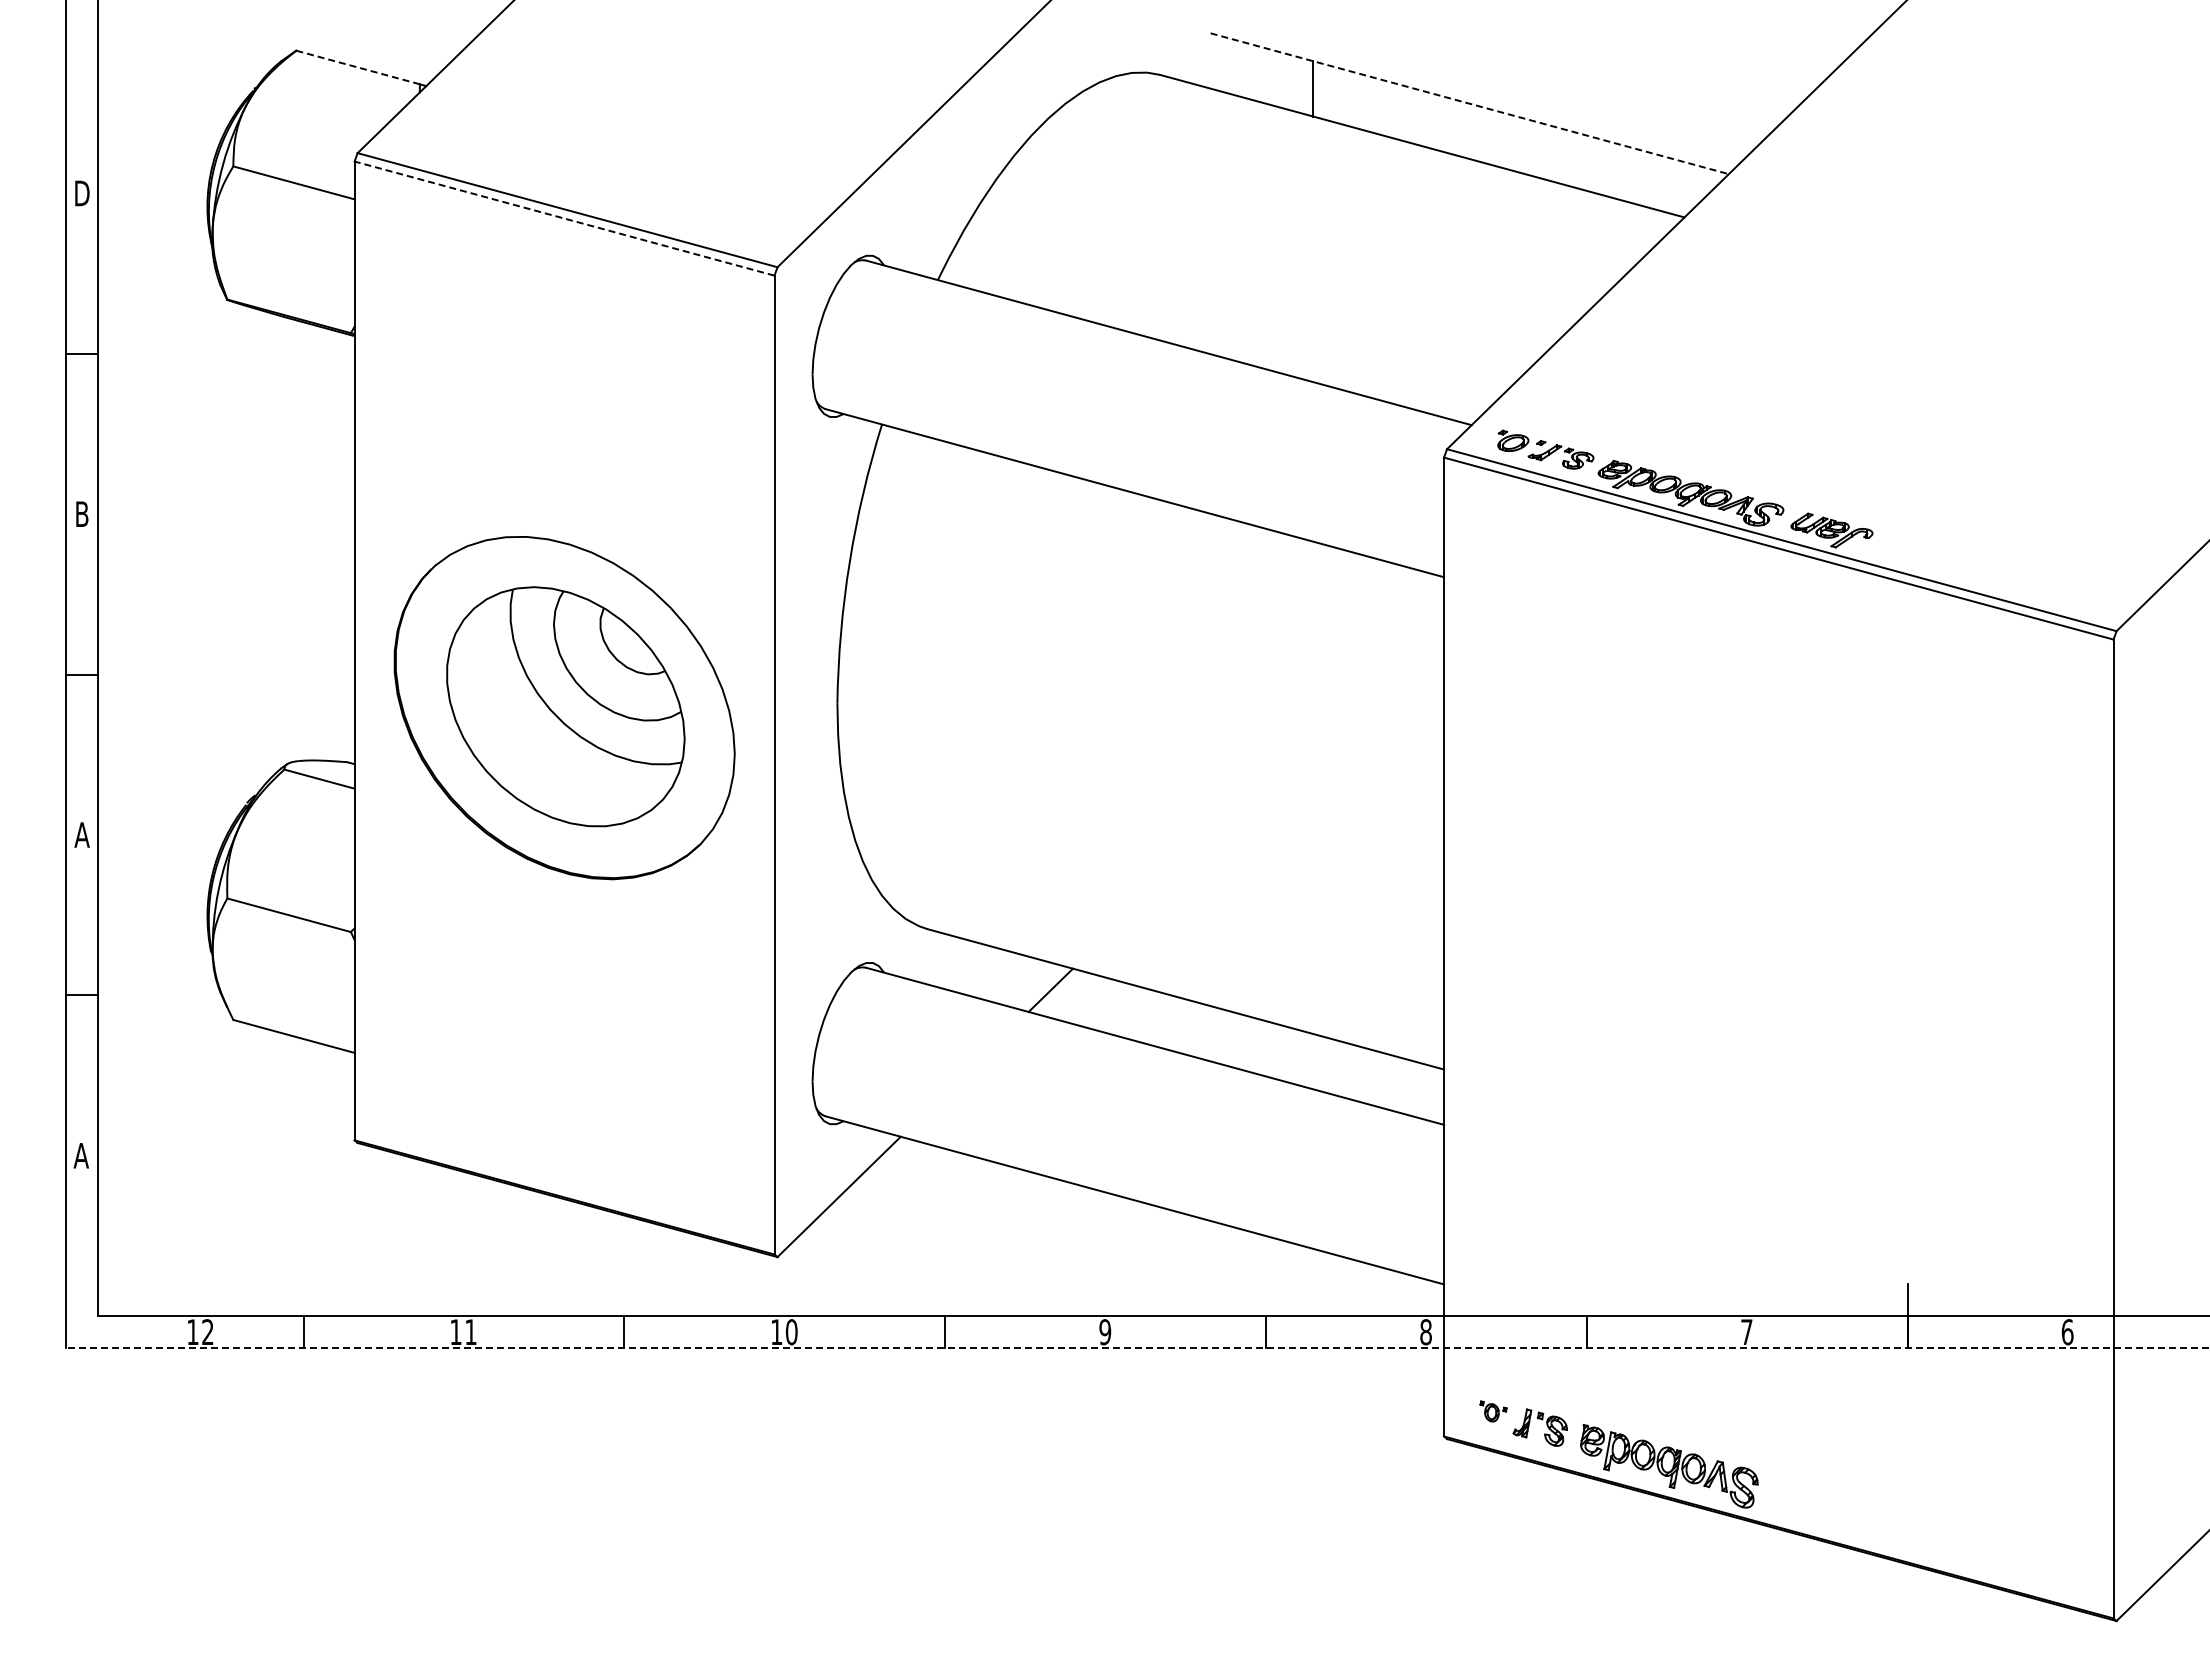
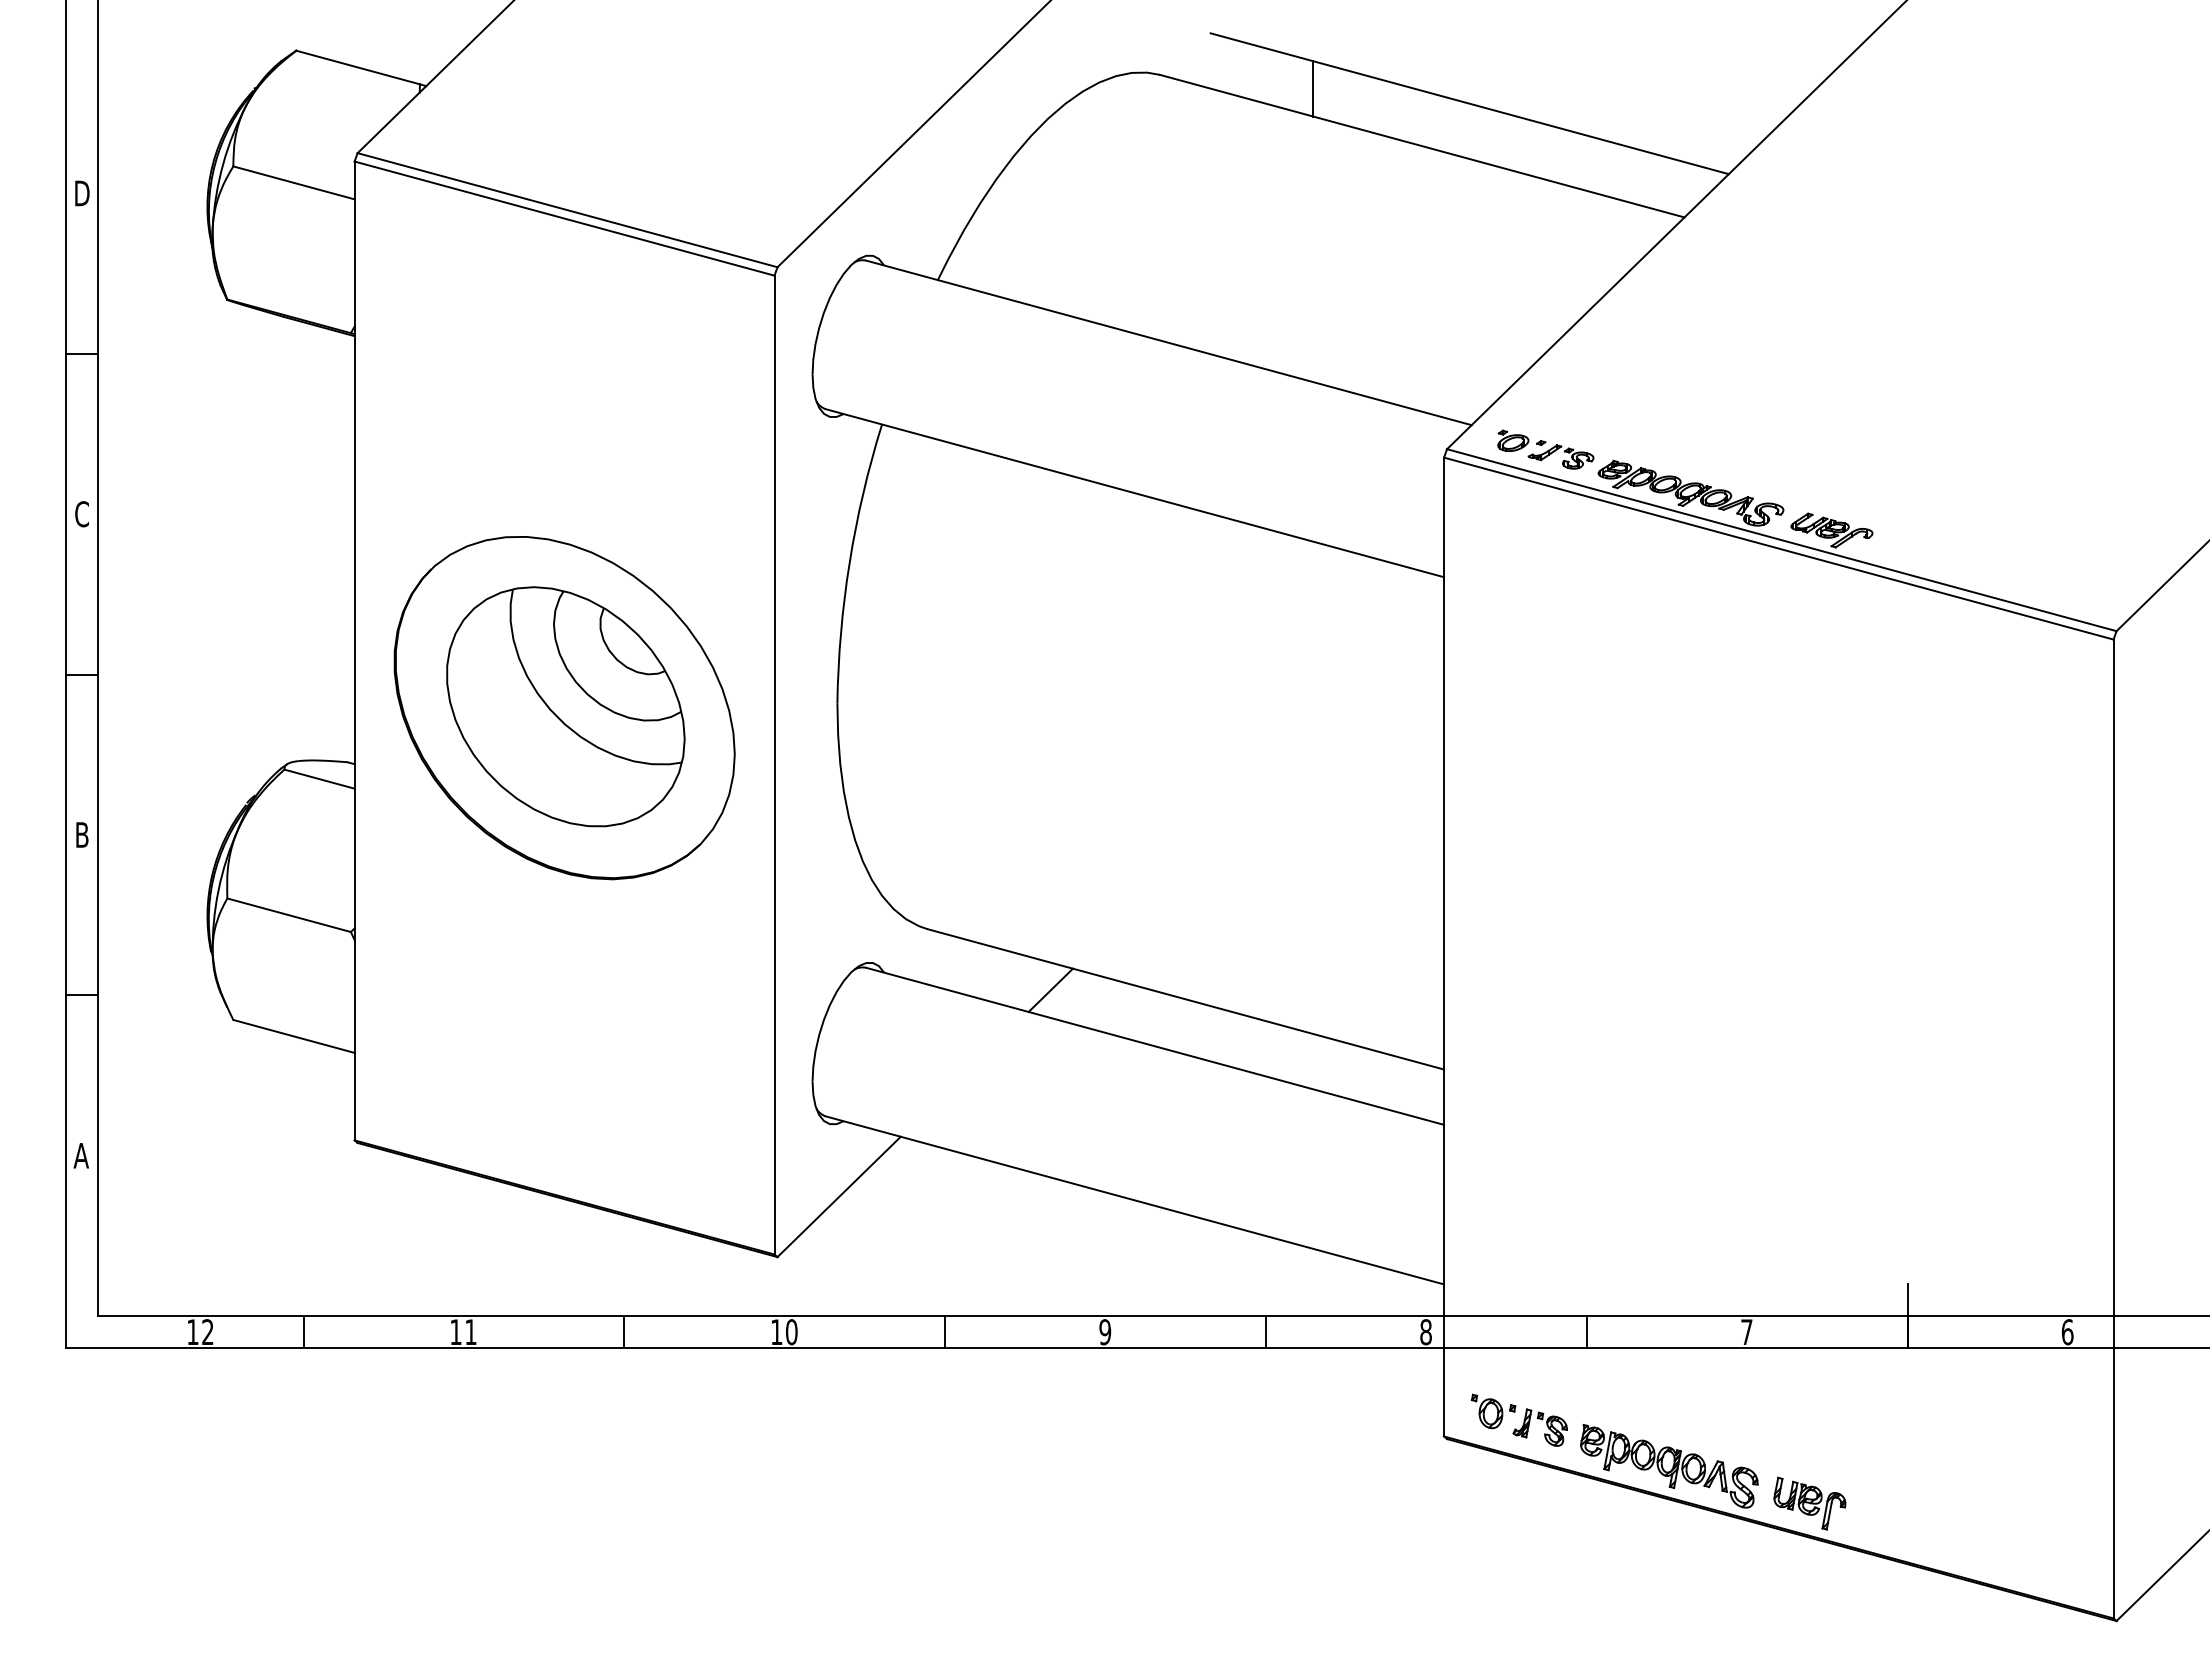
line at (357, 67): dashed -> solid
line at (1470, 103): dashed -> solid
line at (564, 218): dashed -> solid
text at (81, 514): B -> C
text at (81, 834): A -> B
line at (1138, 1348): dashed -> solid
part at (1493, 1411) size: 29x23 px -> 47x37 px
part at (1809, 1503): none -> present
